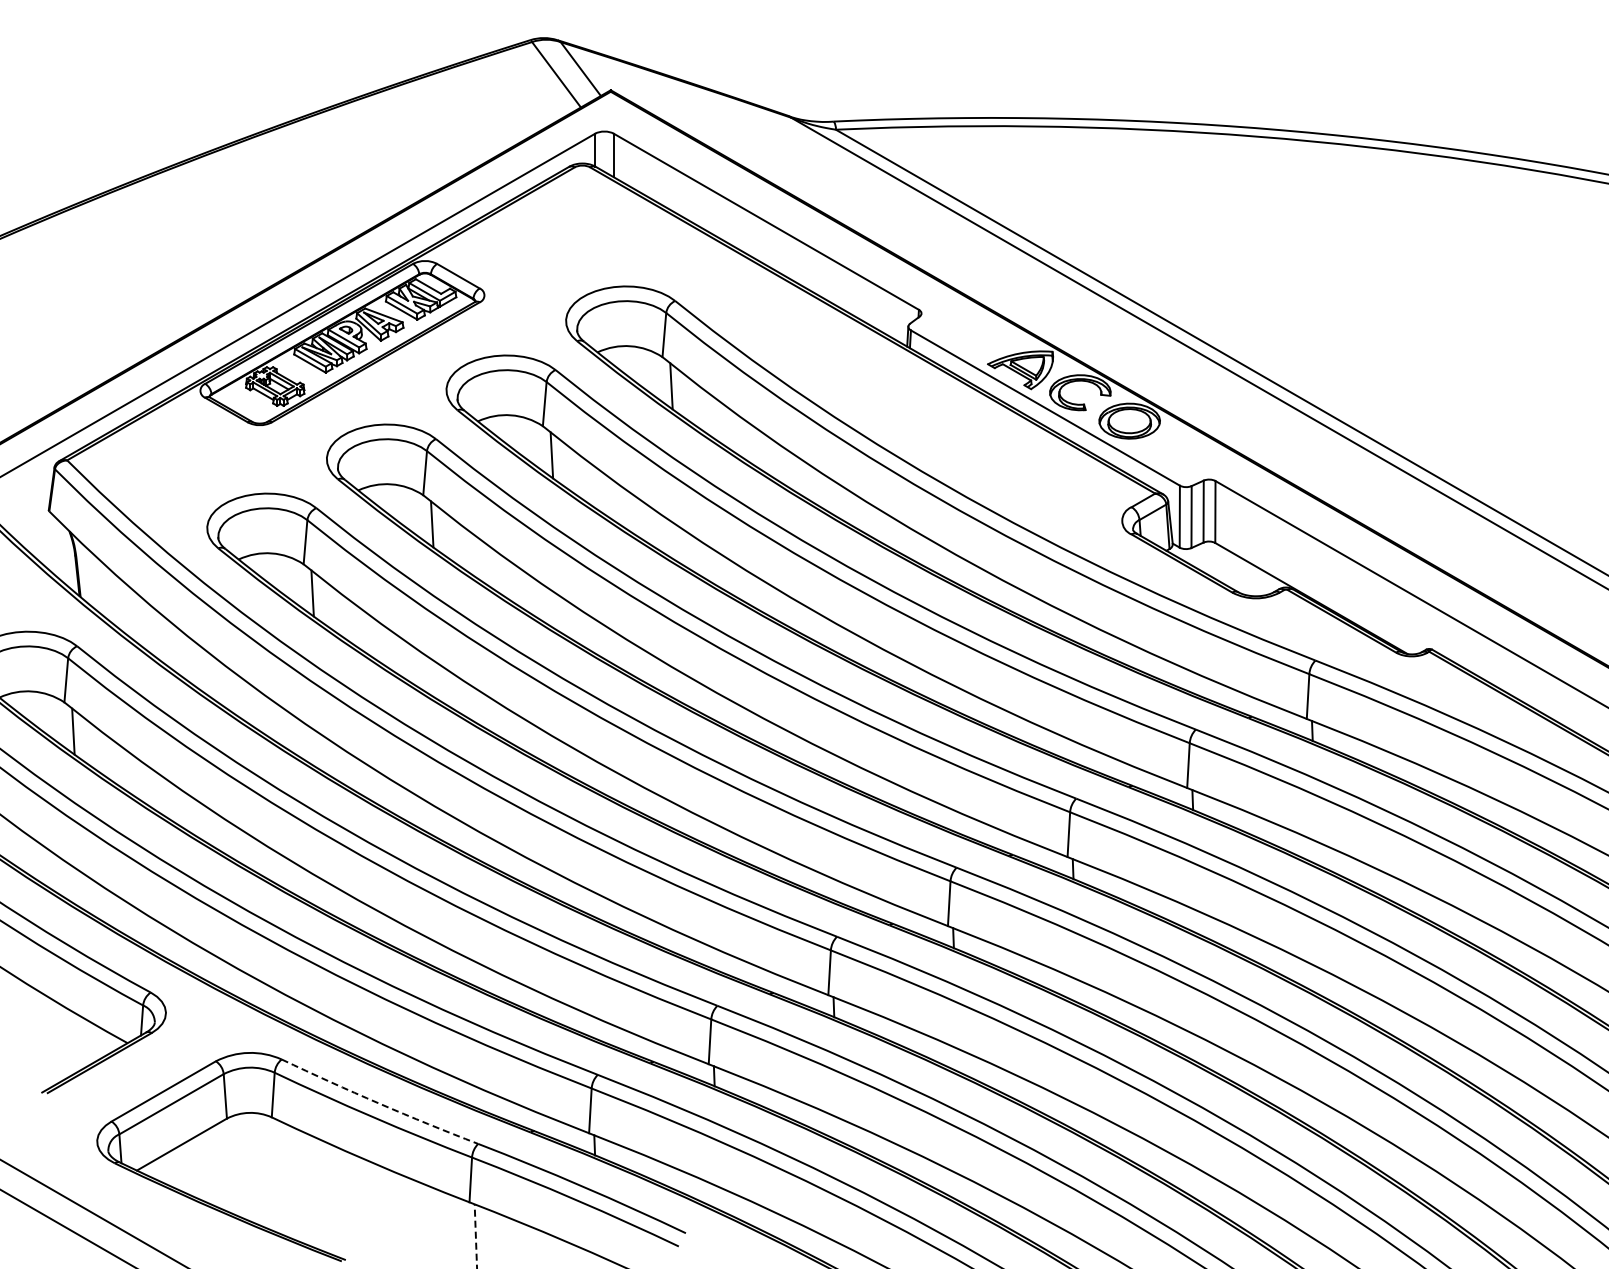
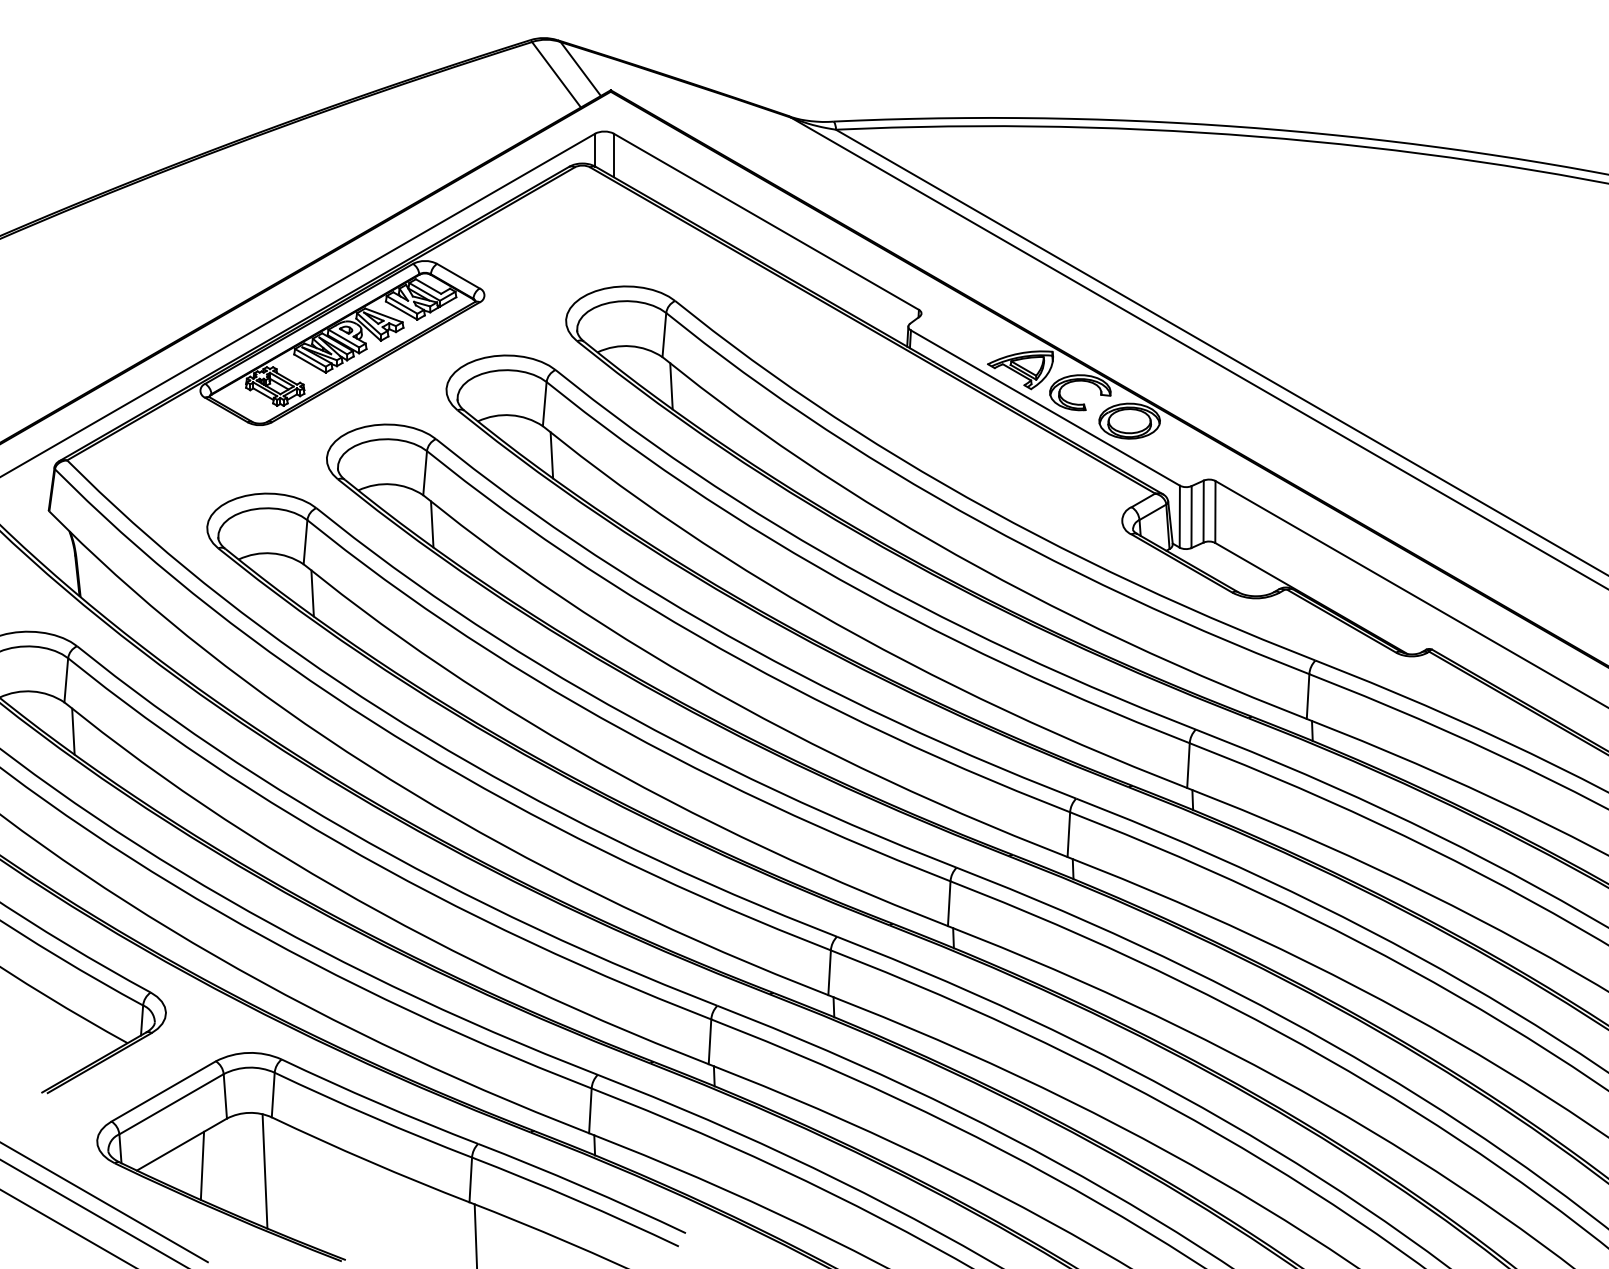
arc at (379, 1103): dashed -> solid
line at (202, 1165): none -> present
line at (264, 1171): none -> present
line at (104, 1202): none -> present
line at (475, 1236): dashed -> solid
